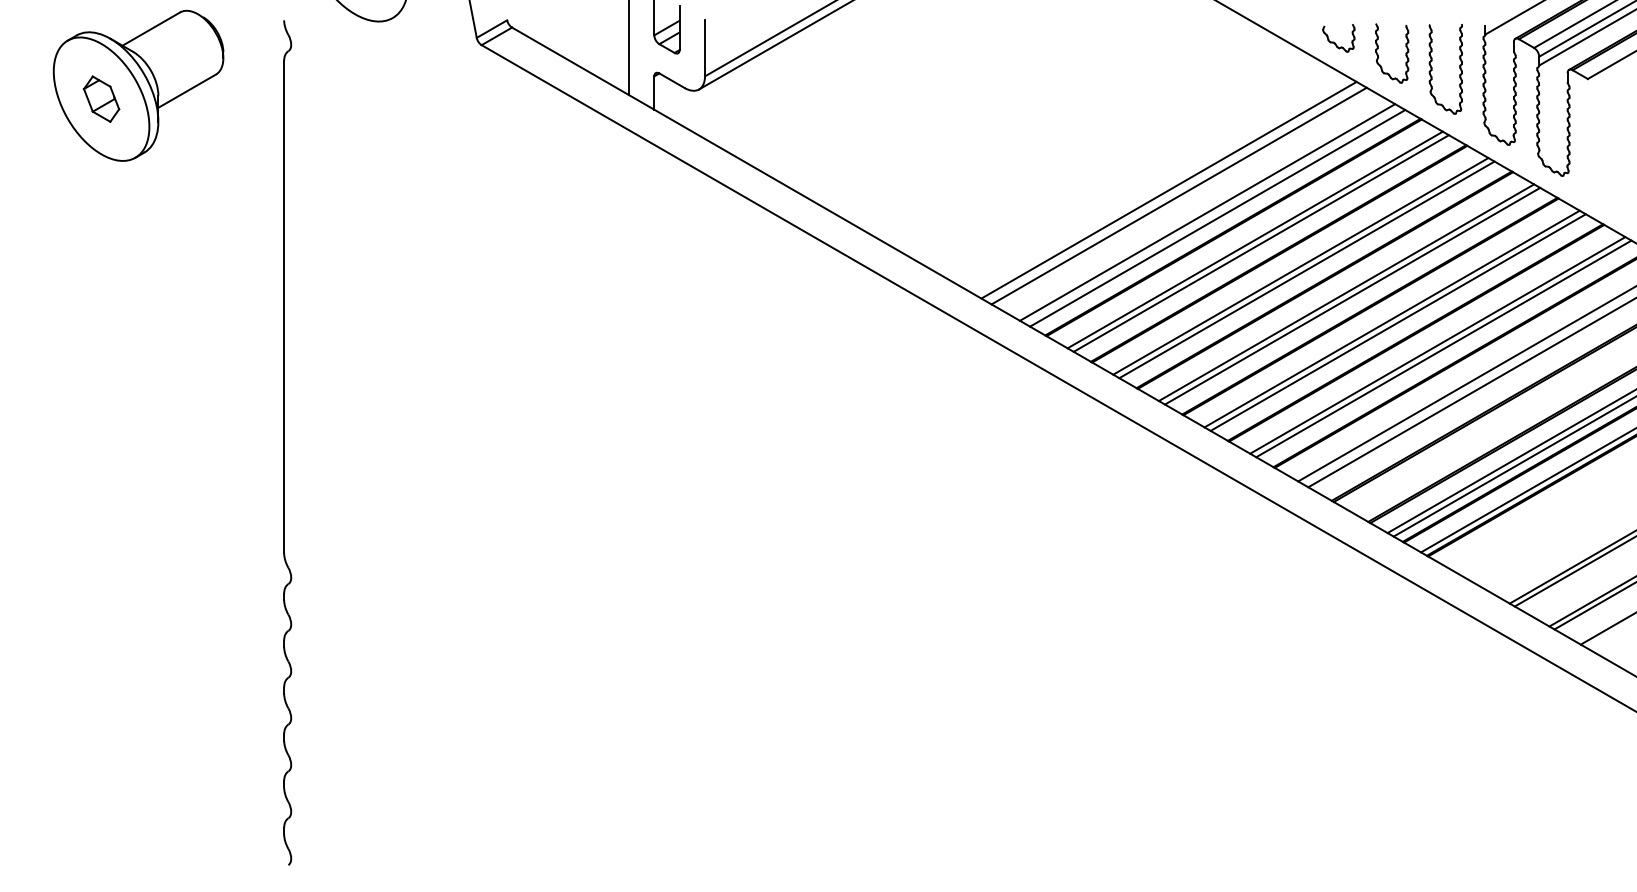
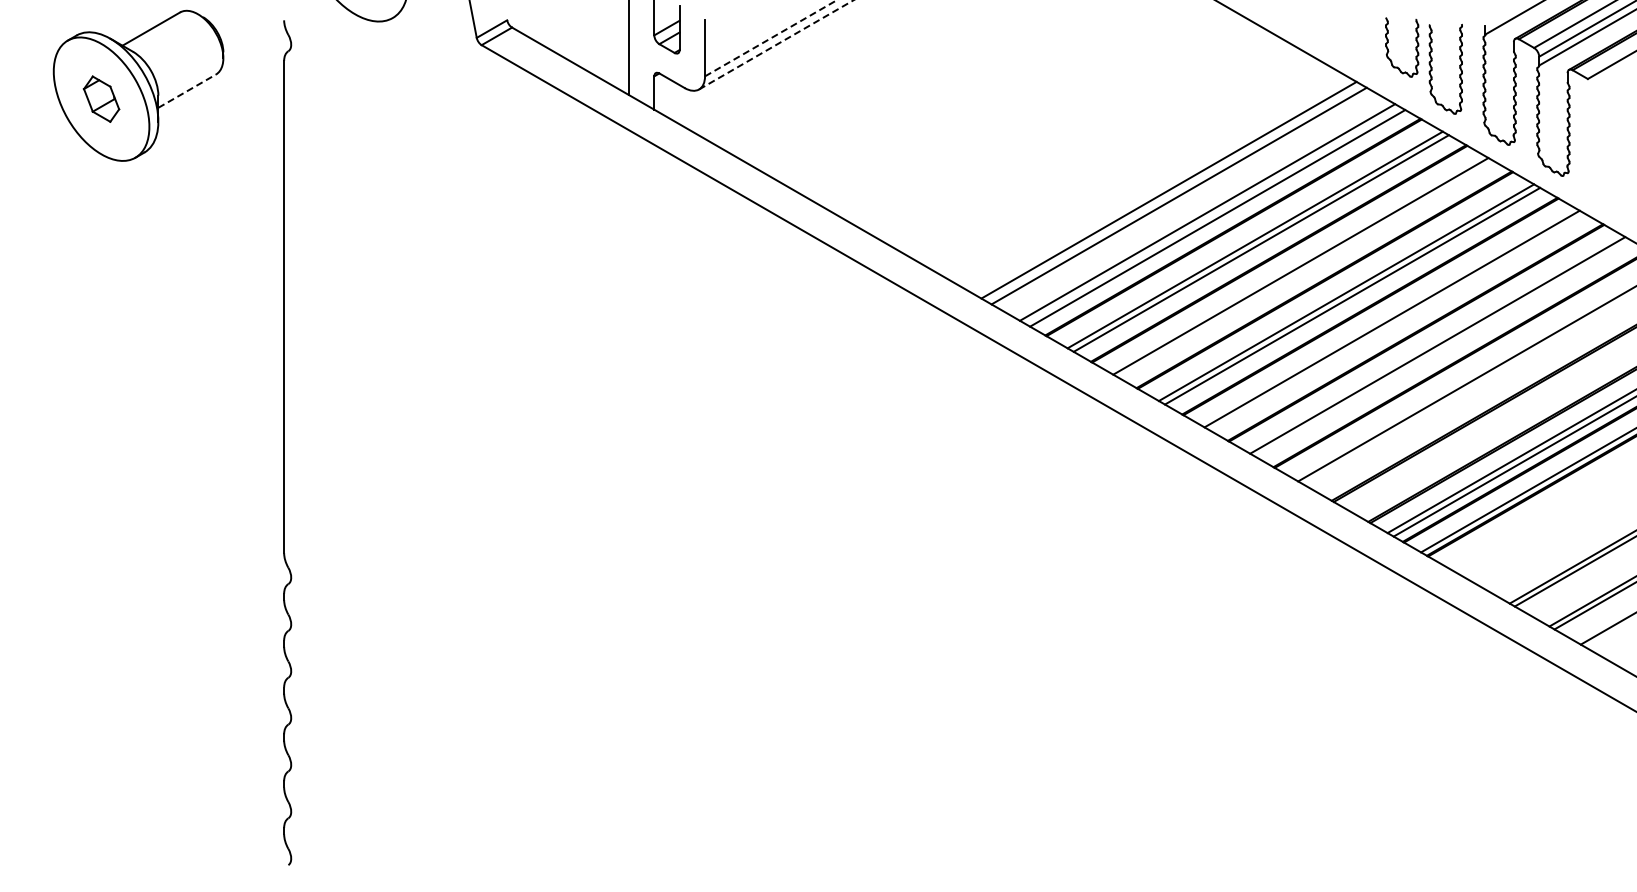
line at (770, 38): solid -> dashed
part at (1338, 38): present -> none
line at (776, 44): solid -> dashed
part at (1405, 53) position: (1405, 53) -> (1415, 47)
line at (187, 90): solid -> dashed
line at (1306, 269): present -> none
line at (1397, 322): present -> none
line at (1443, 348): present -> none
line at (1470, 393): present -> none
